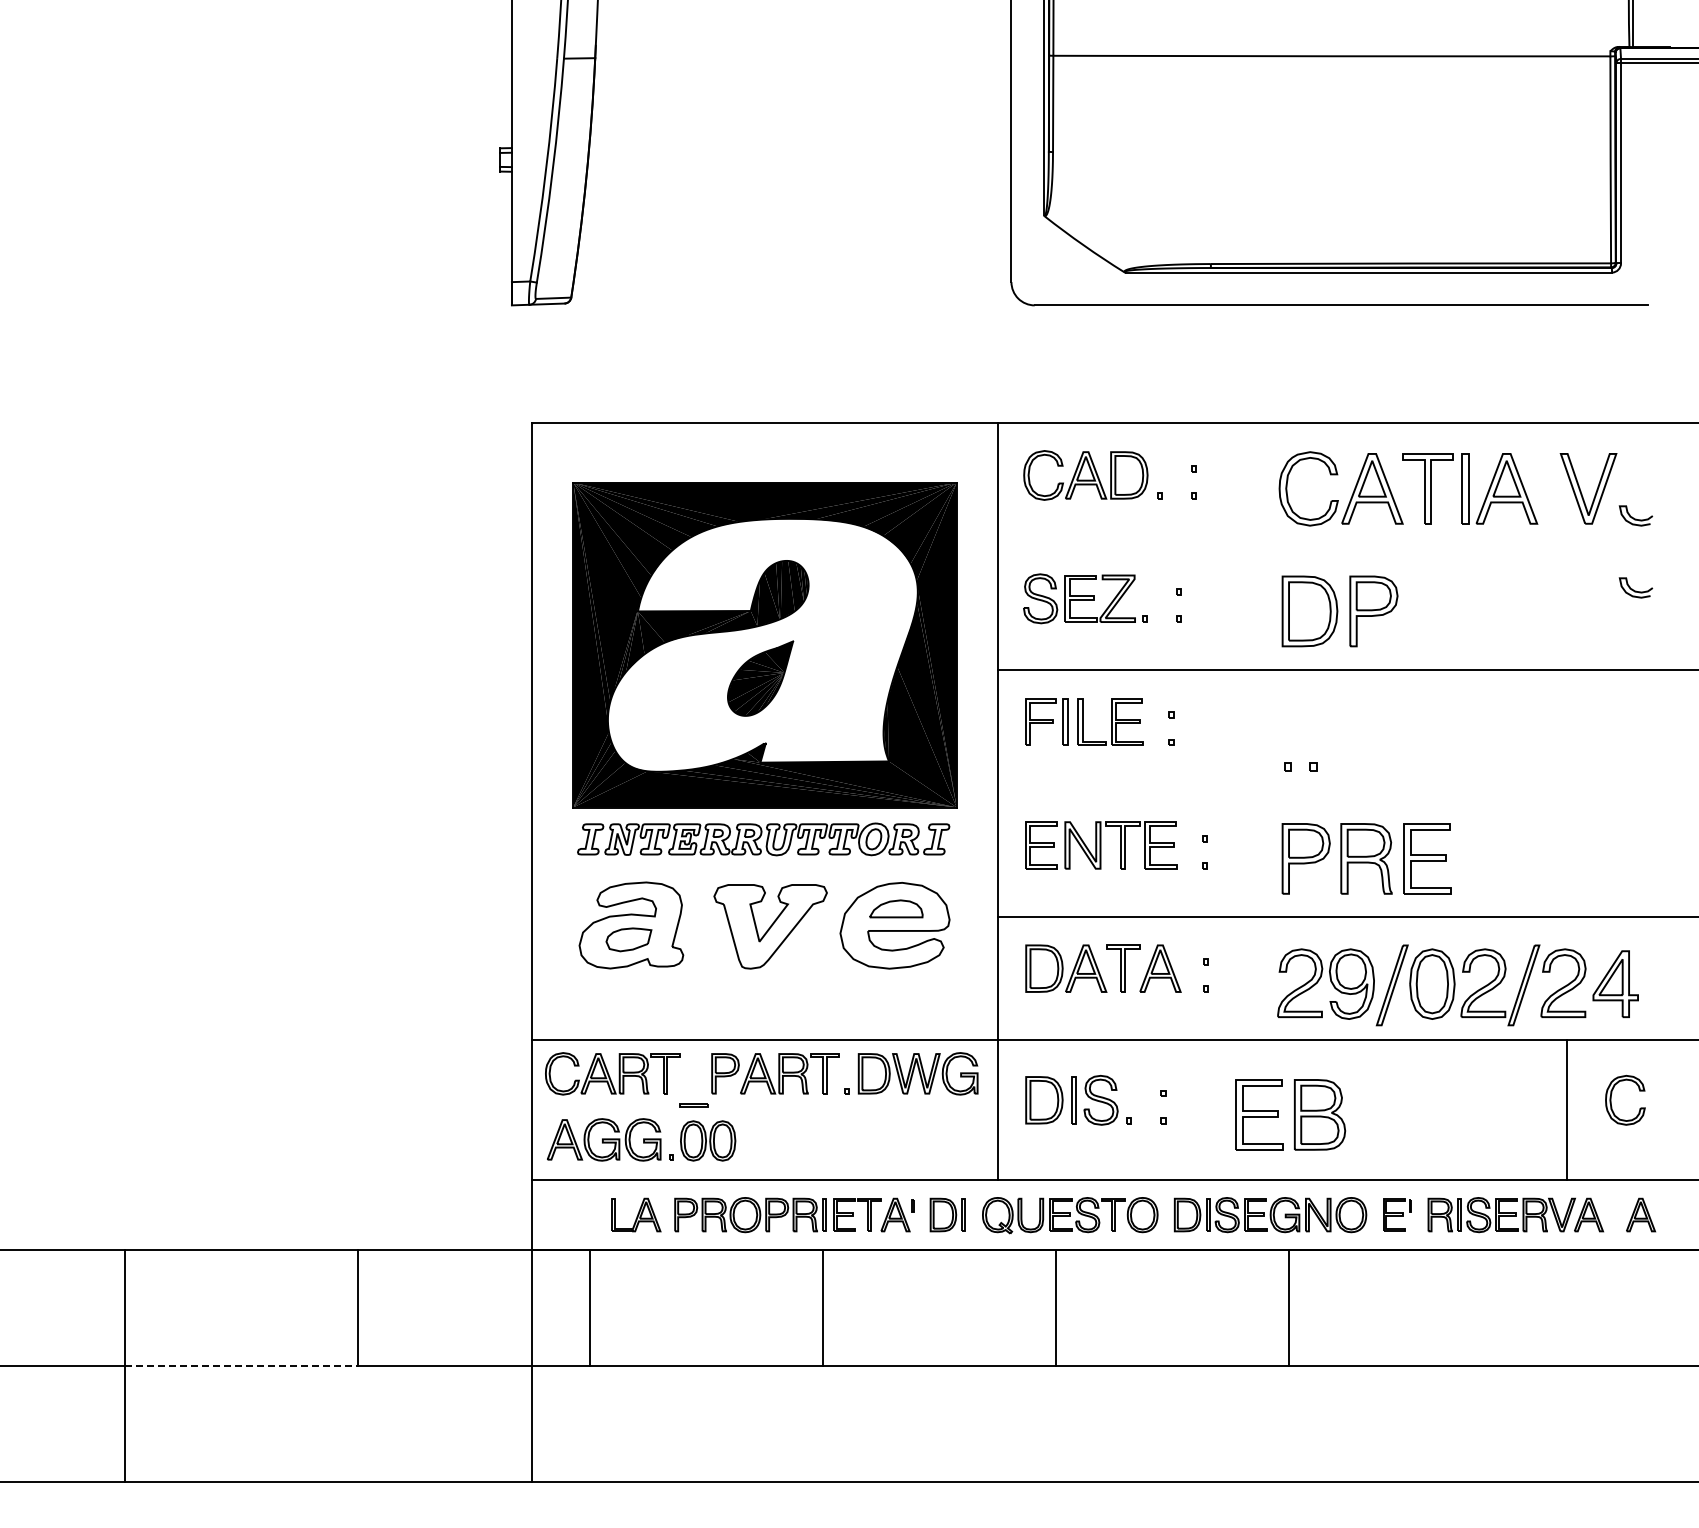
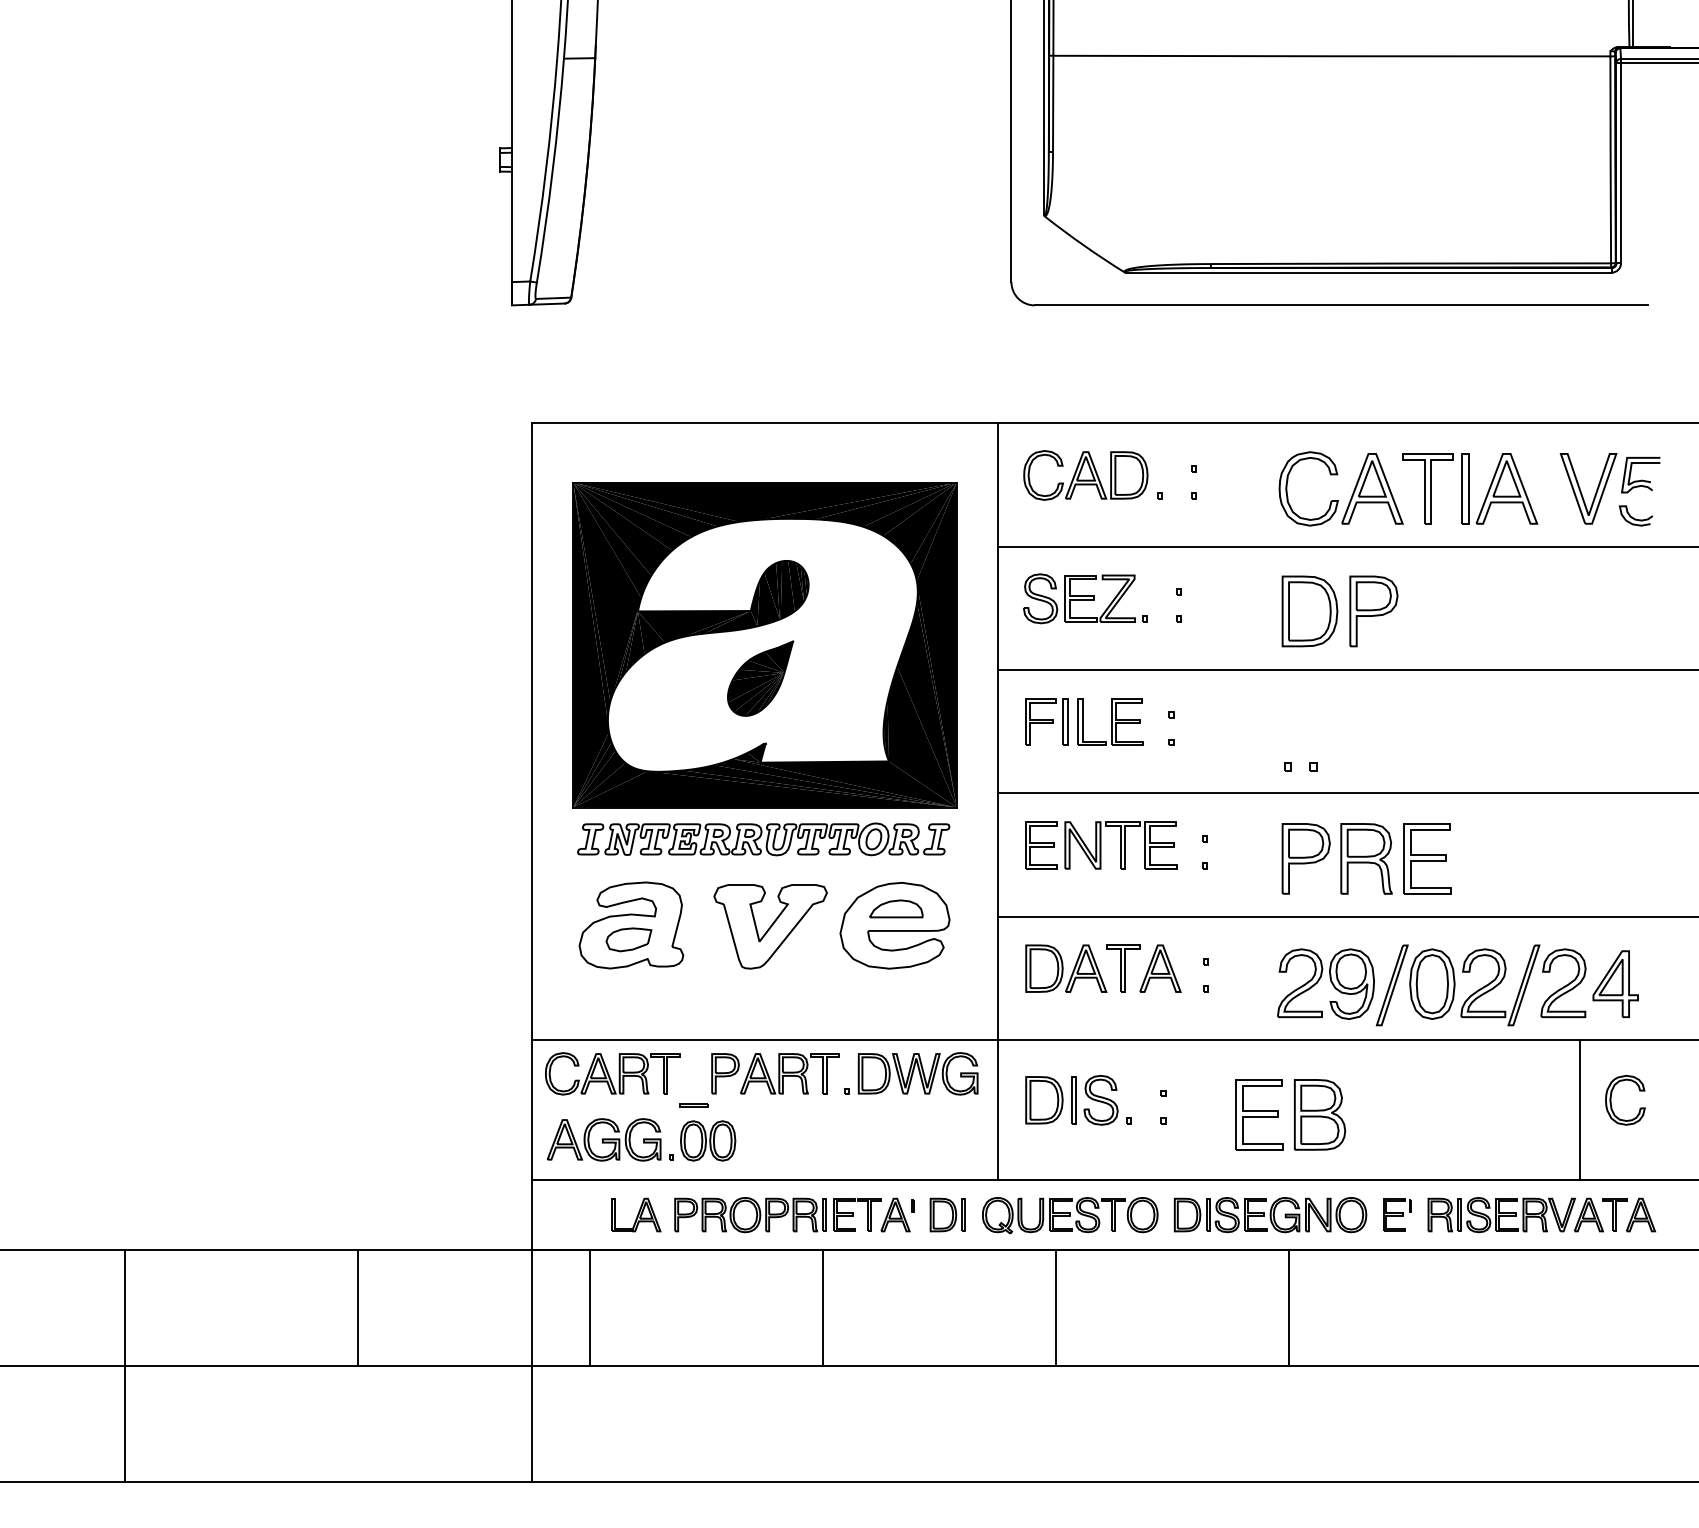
part at (1640, 475): none -> present
line at (1346, 546): none -> present
curve at (1633, 589): present -> none
line at (1346, 793): none -> present
line at (1566, 1109) position: (1566, 1109) -> (1579, 1109)
part at (1614, 1214): none -> present
line at (241, 1365): dashed -> solid
